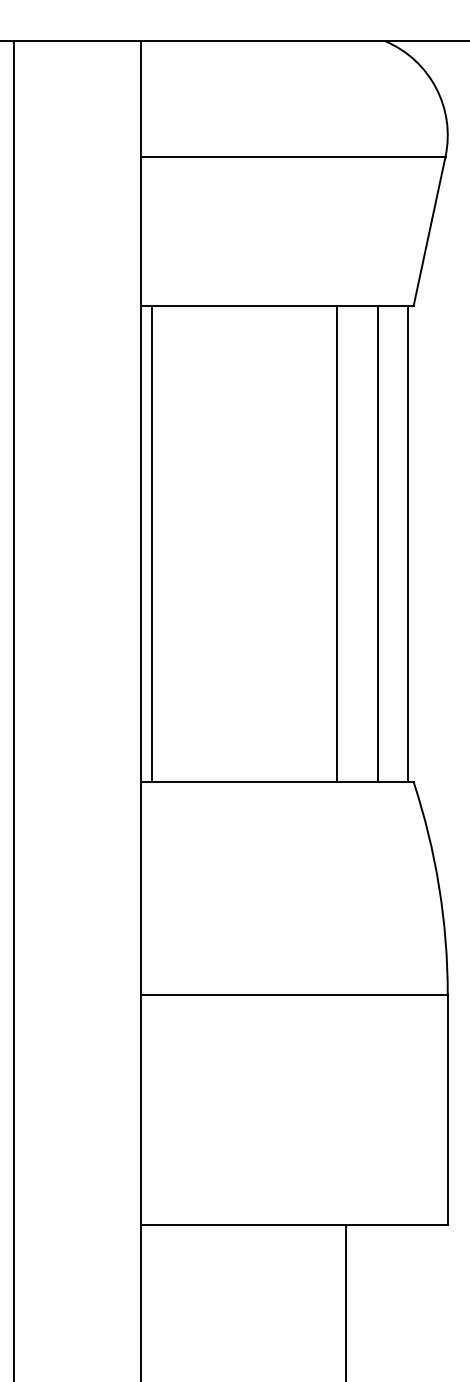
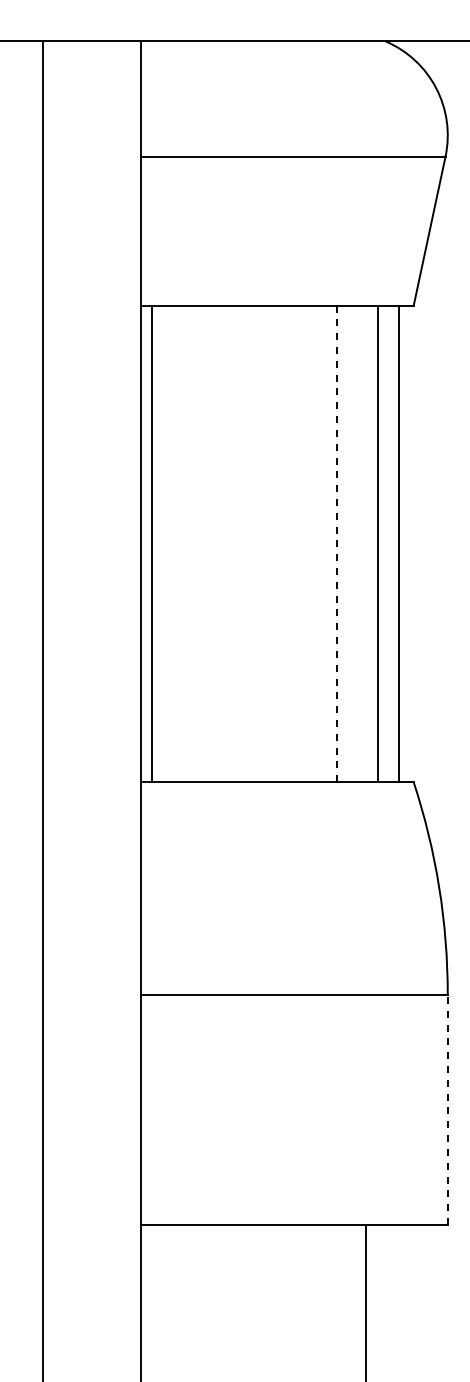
line at (408, 543) position: (408, 543) -> (399, 543)
line at (336, 544): solid -> dashed
line at (14, 709) position: (14, 709) -> (43, 709)
line at (447, 1109): solid -> dashed
line at (345, 1301) position: (345, 1301) -> (365, 1301)
